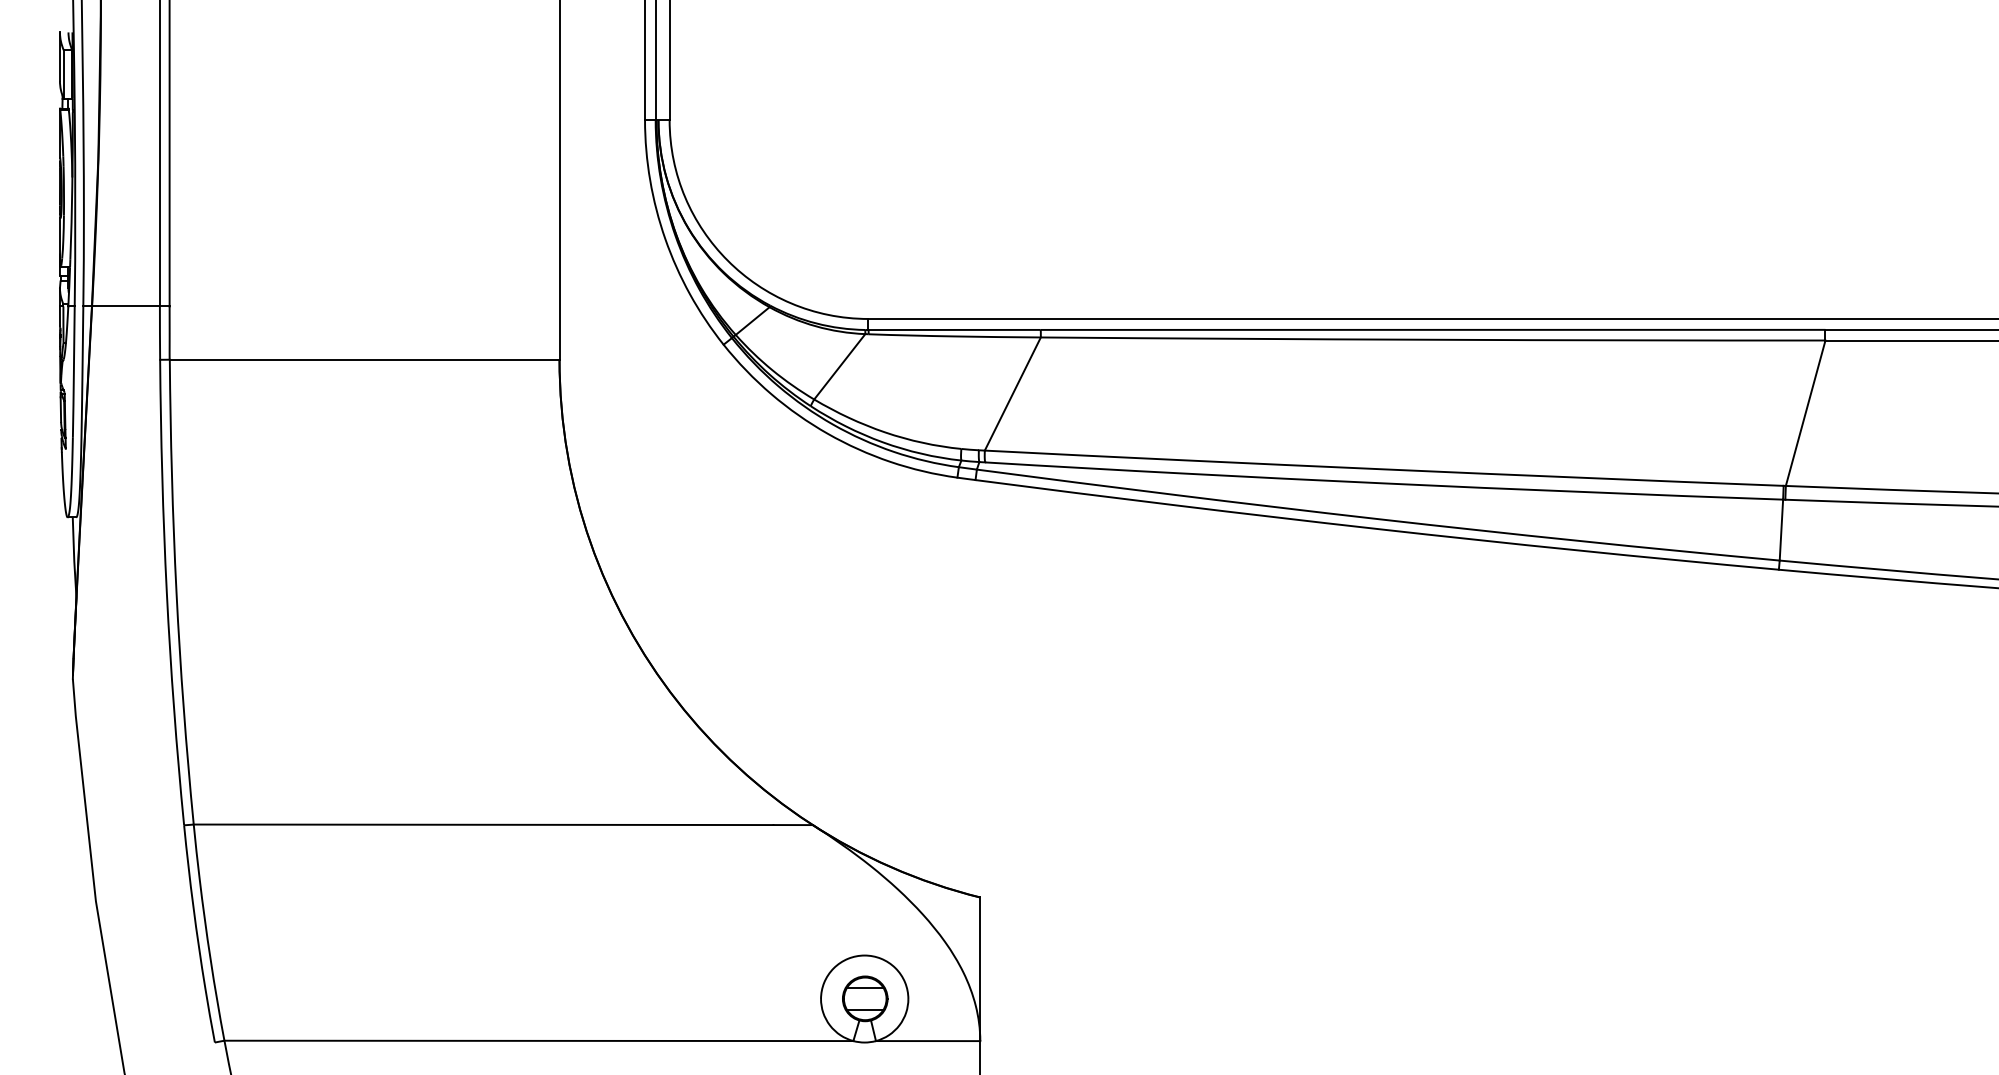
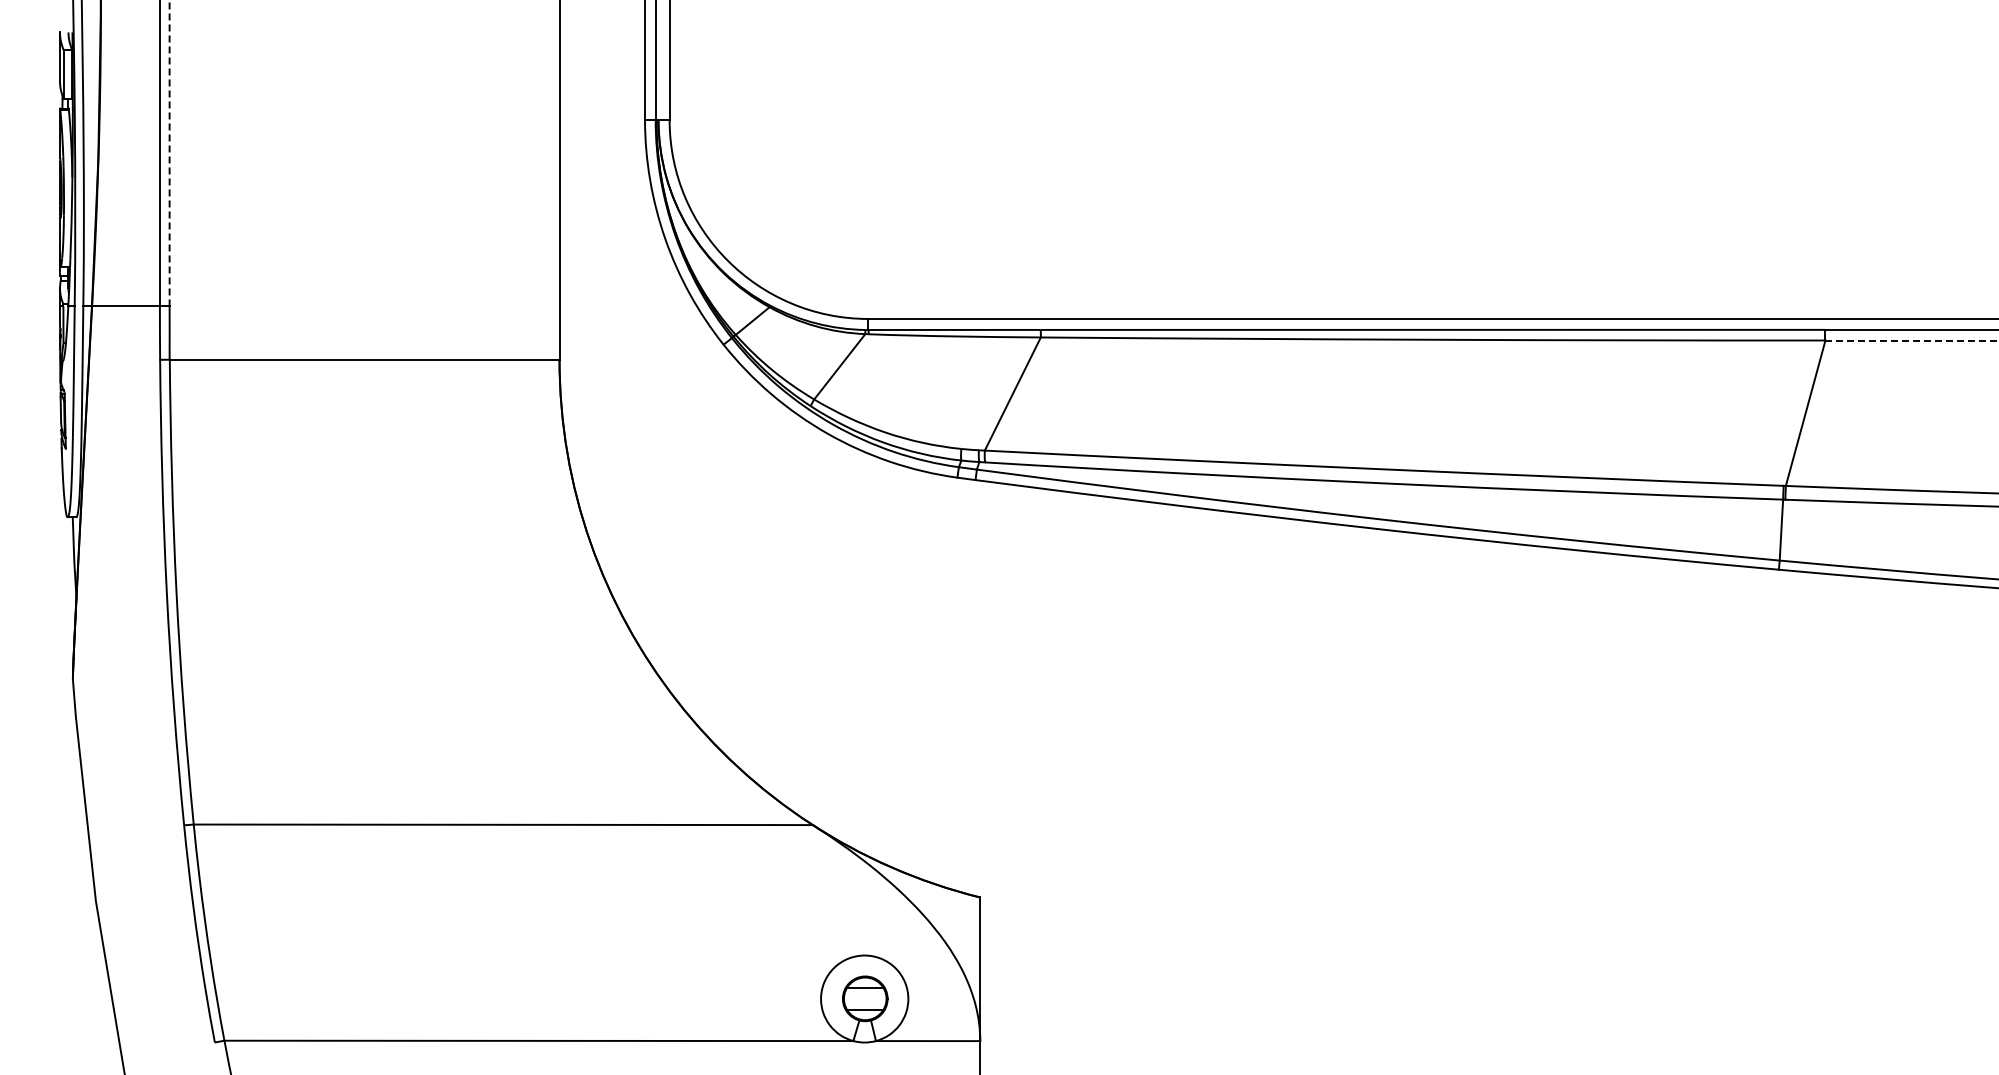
line at (169, 153): solid -> dashed
line at (1912, 340): solid -> dashed
